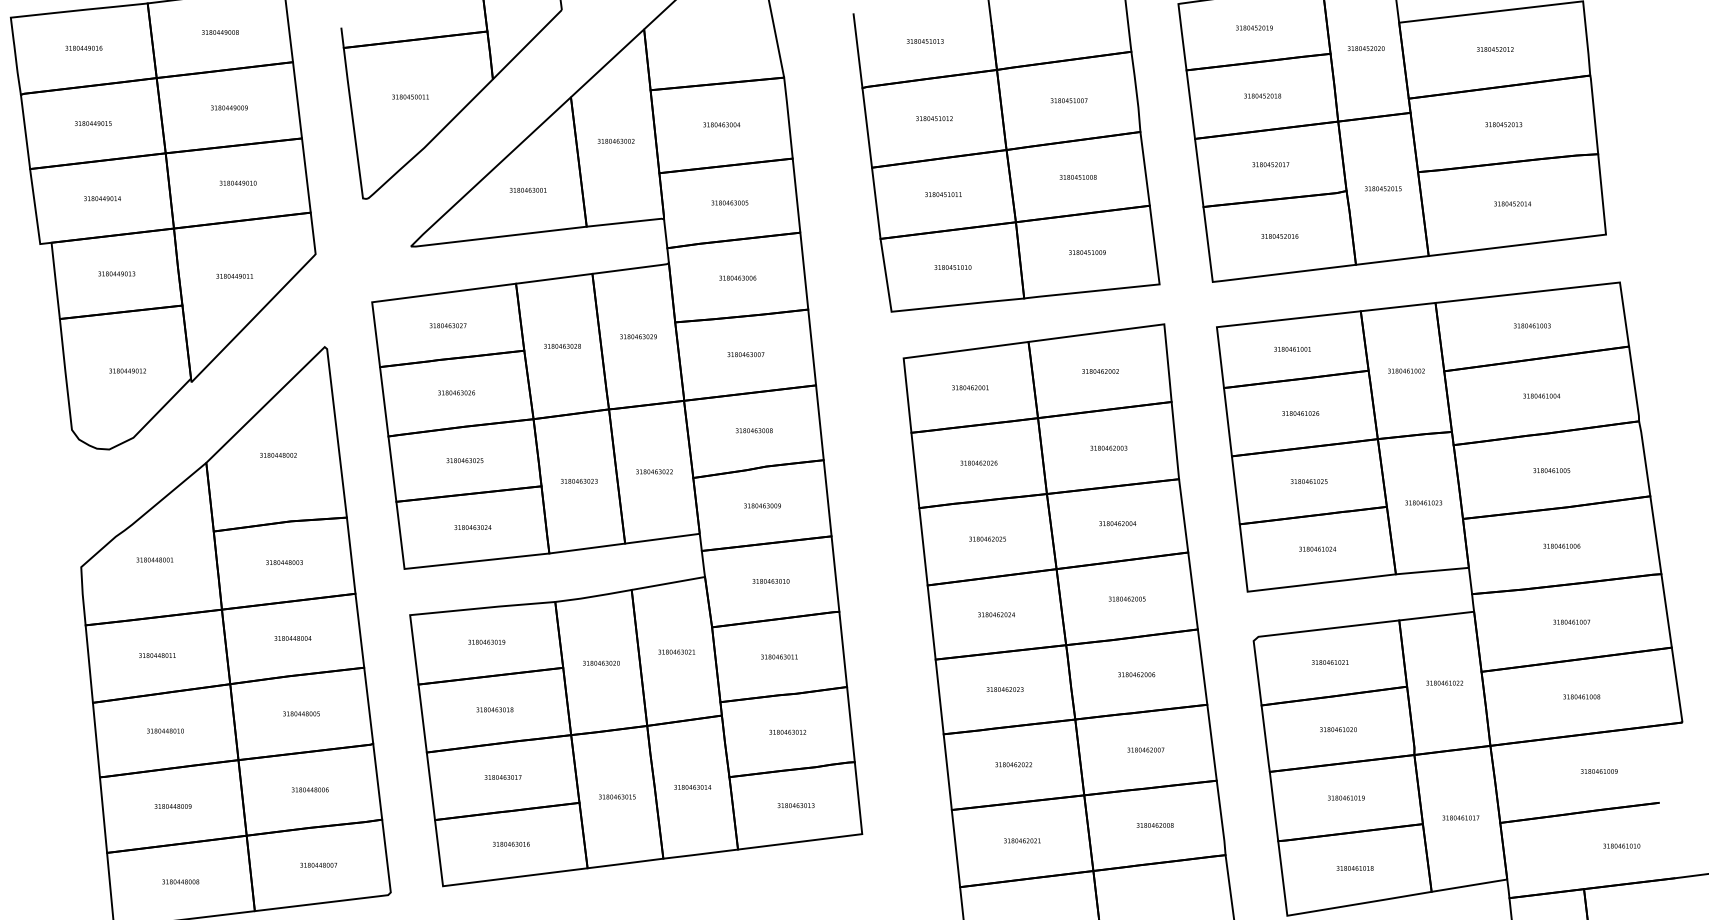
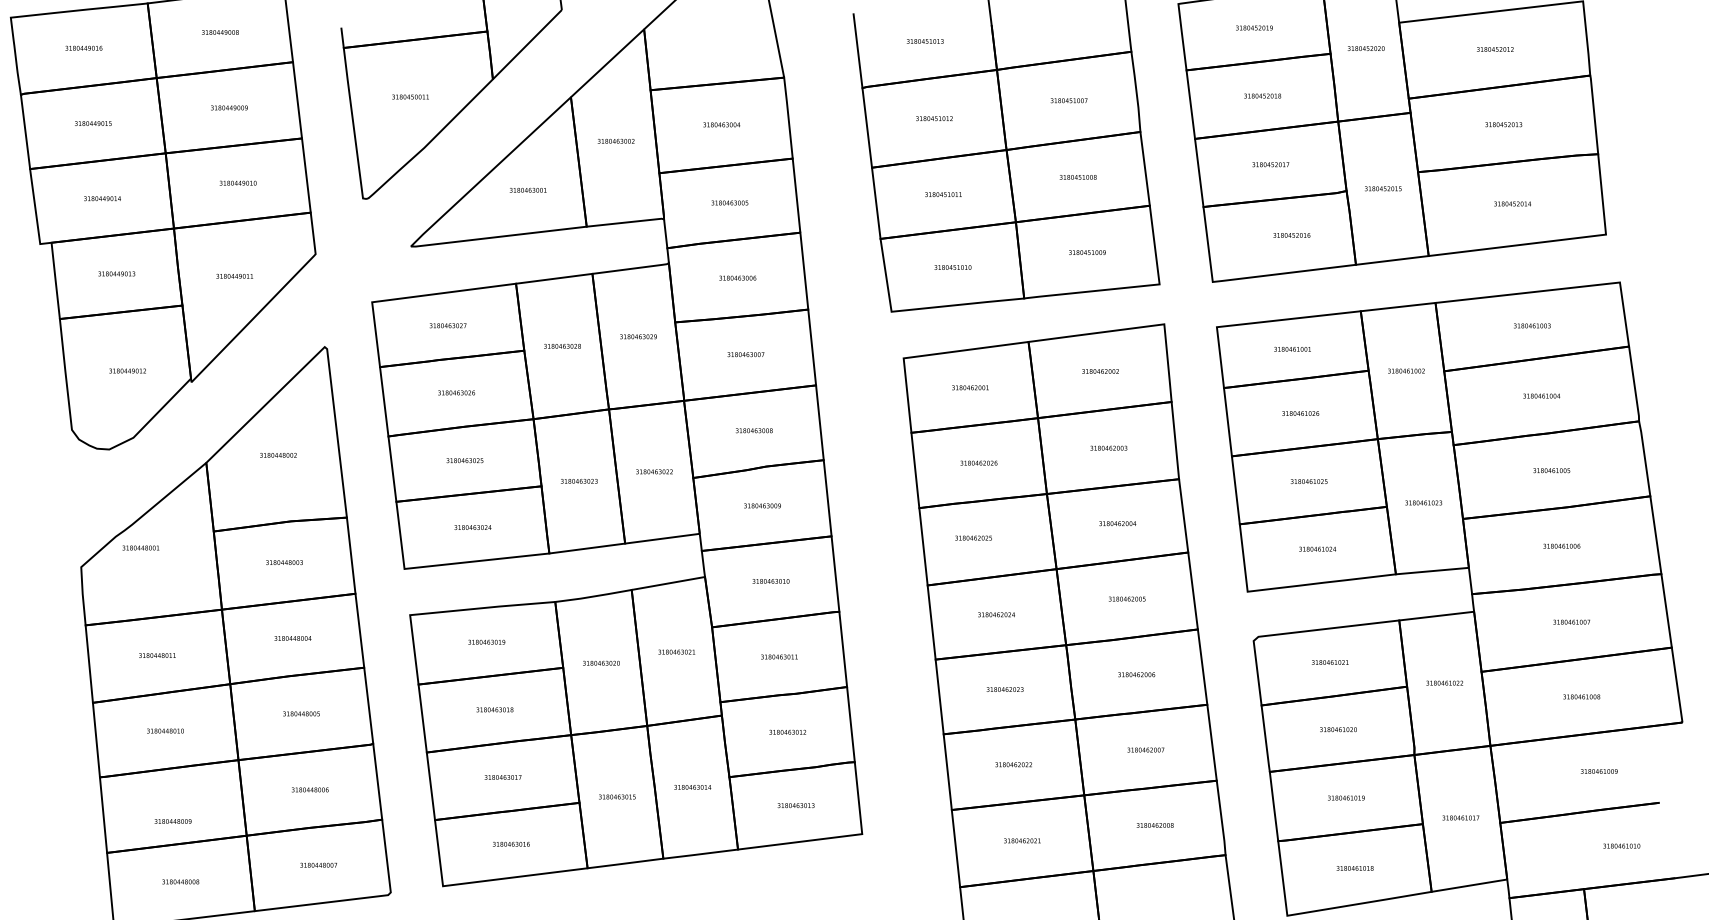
text at (1279, 236) position: (1279, 236) -> (1291, 235)
text at (987, 538) position: (987, 538) -> (973, 537)
text at (154, 559) position: (154, 559) -> (140, 547)
text at (172, 806) position: (172, 806) -> (172, 821)
